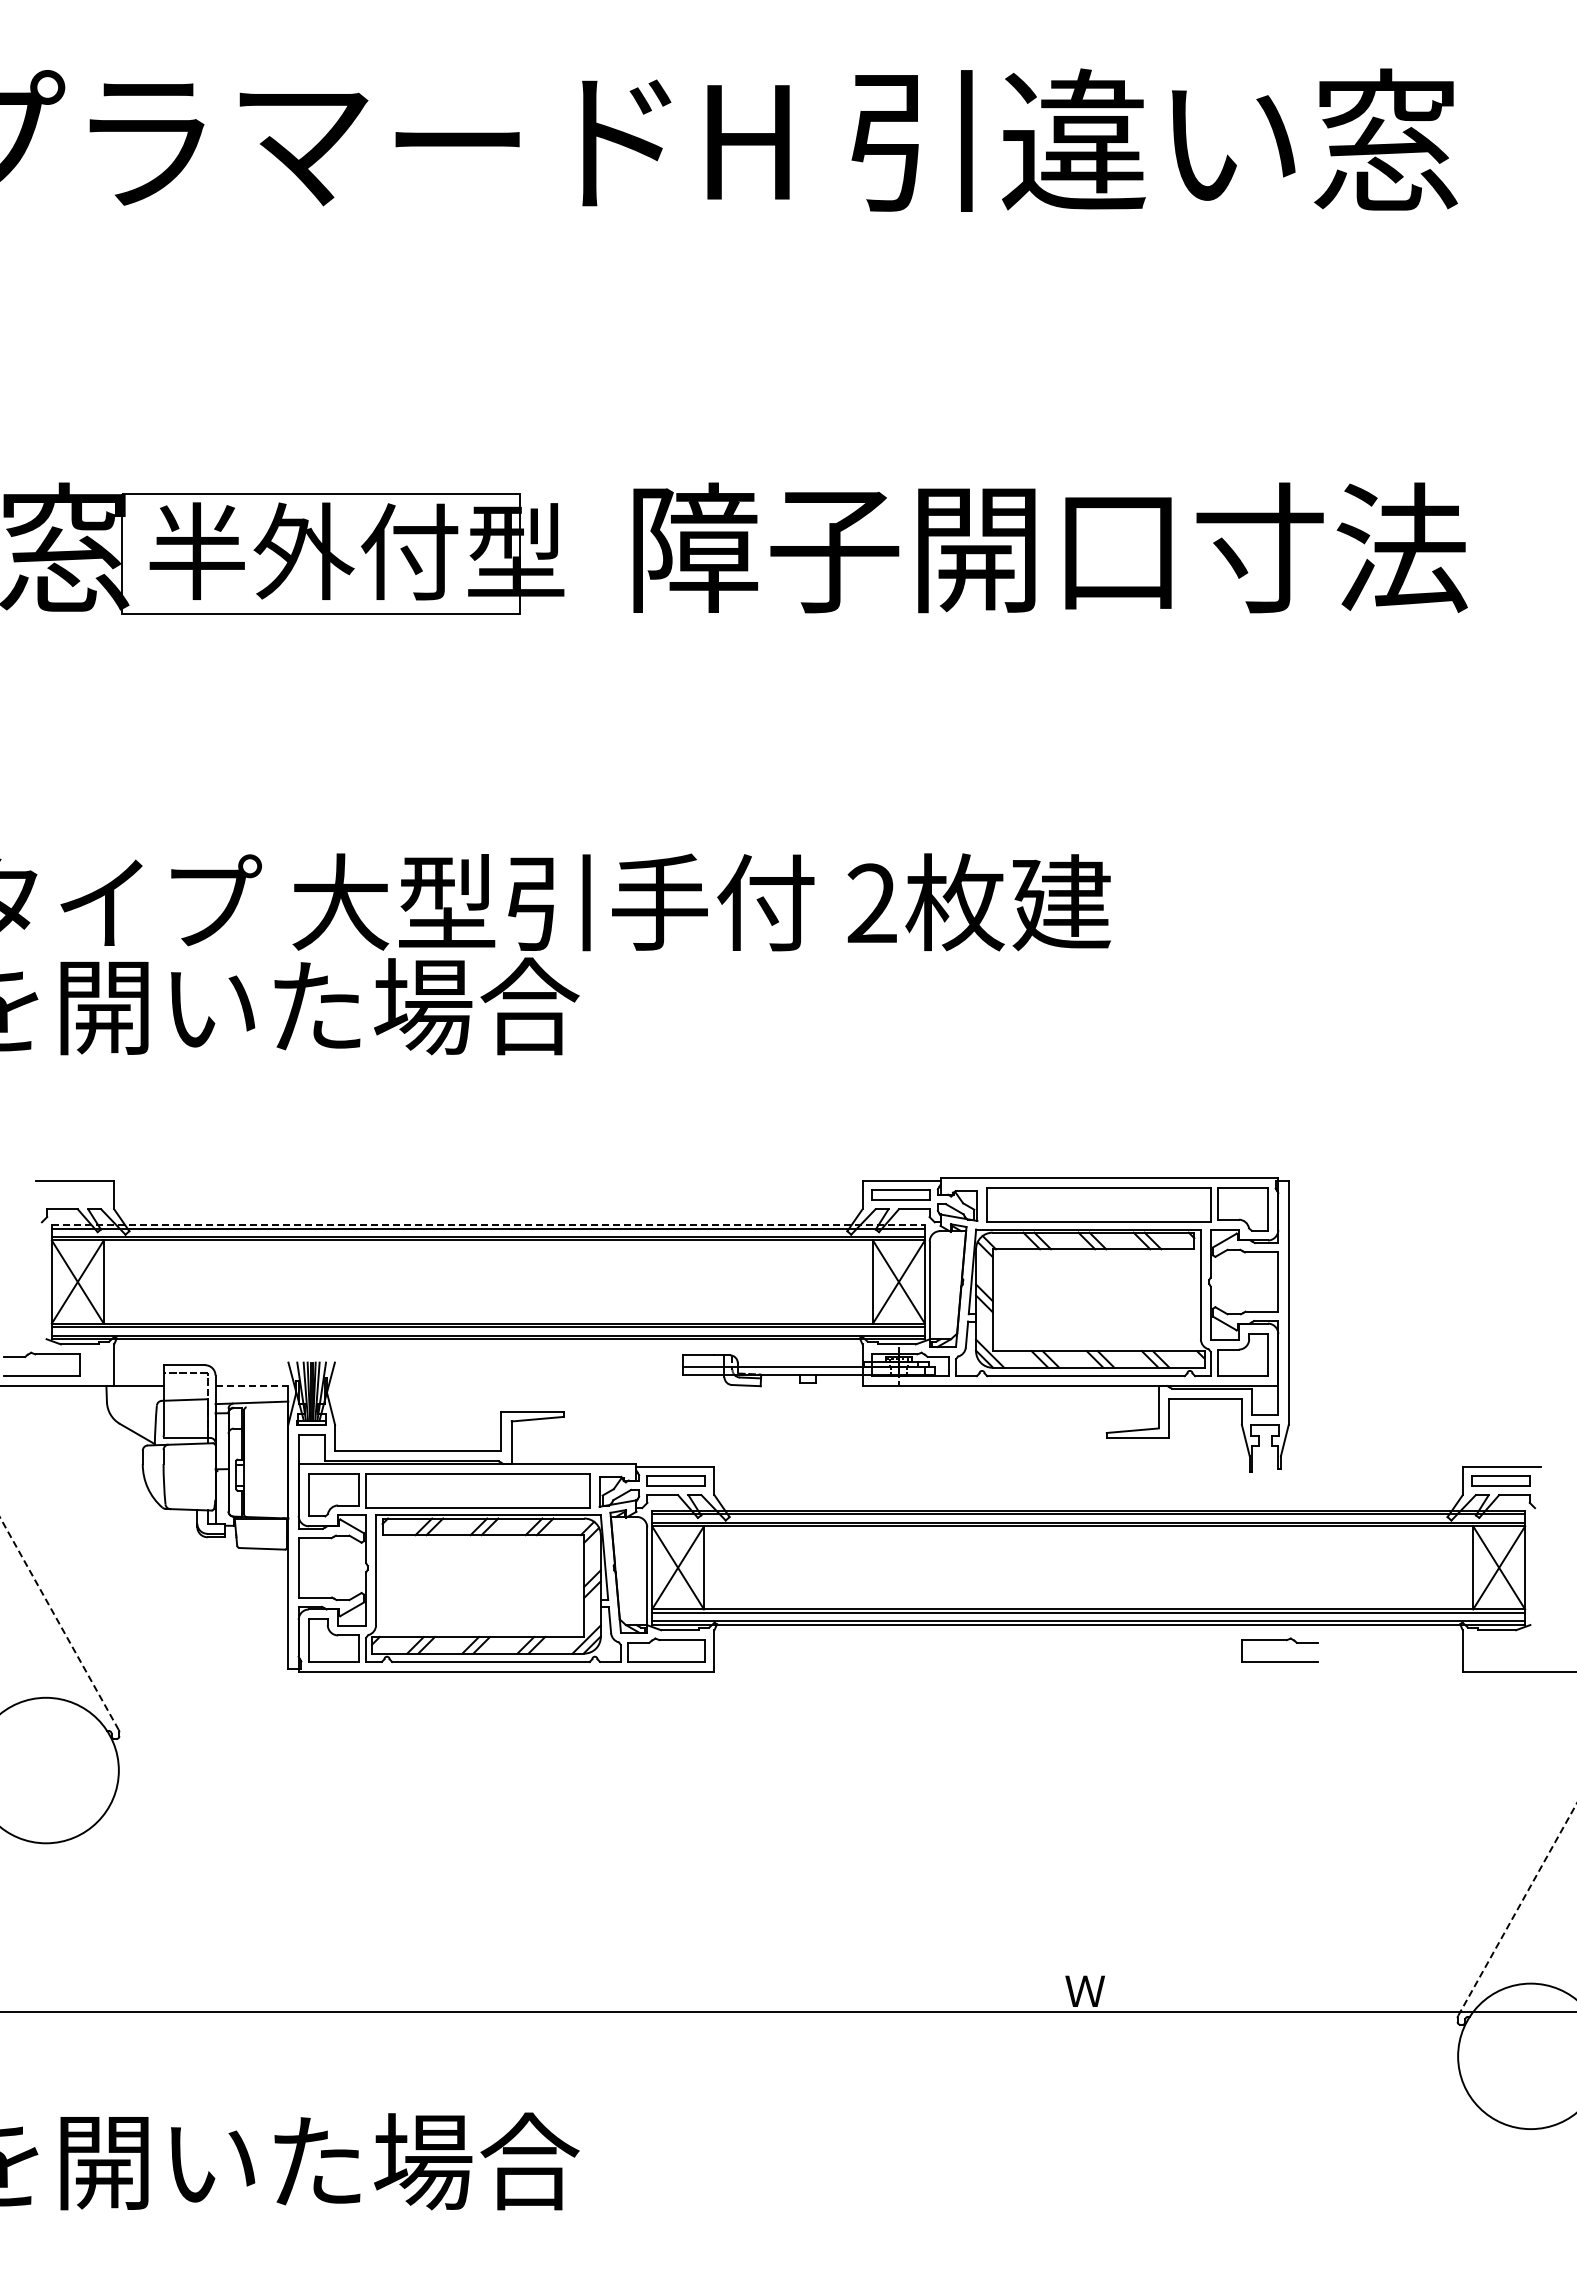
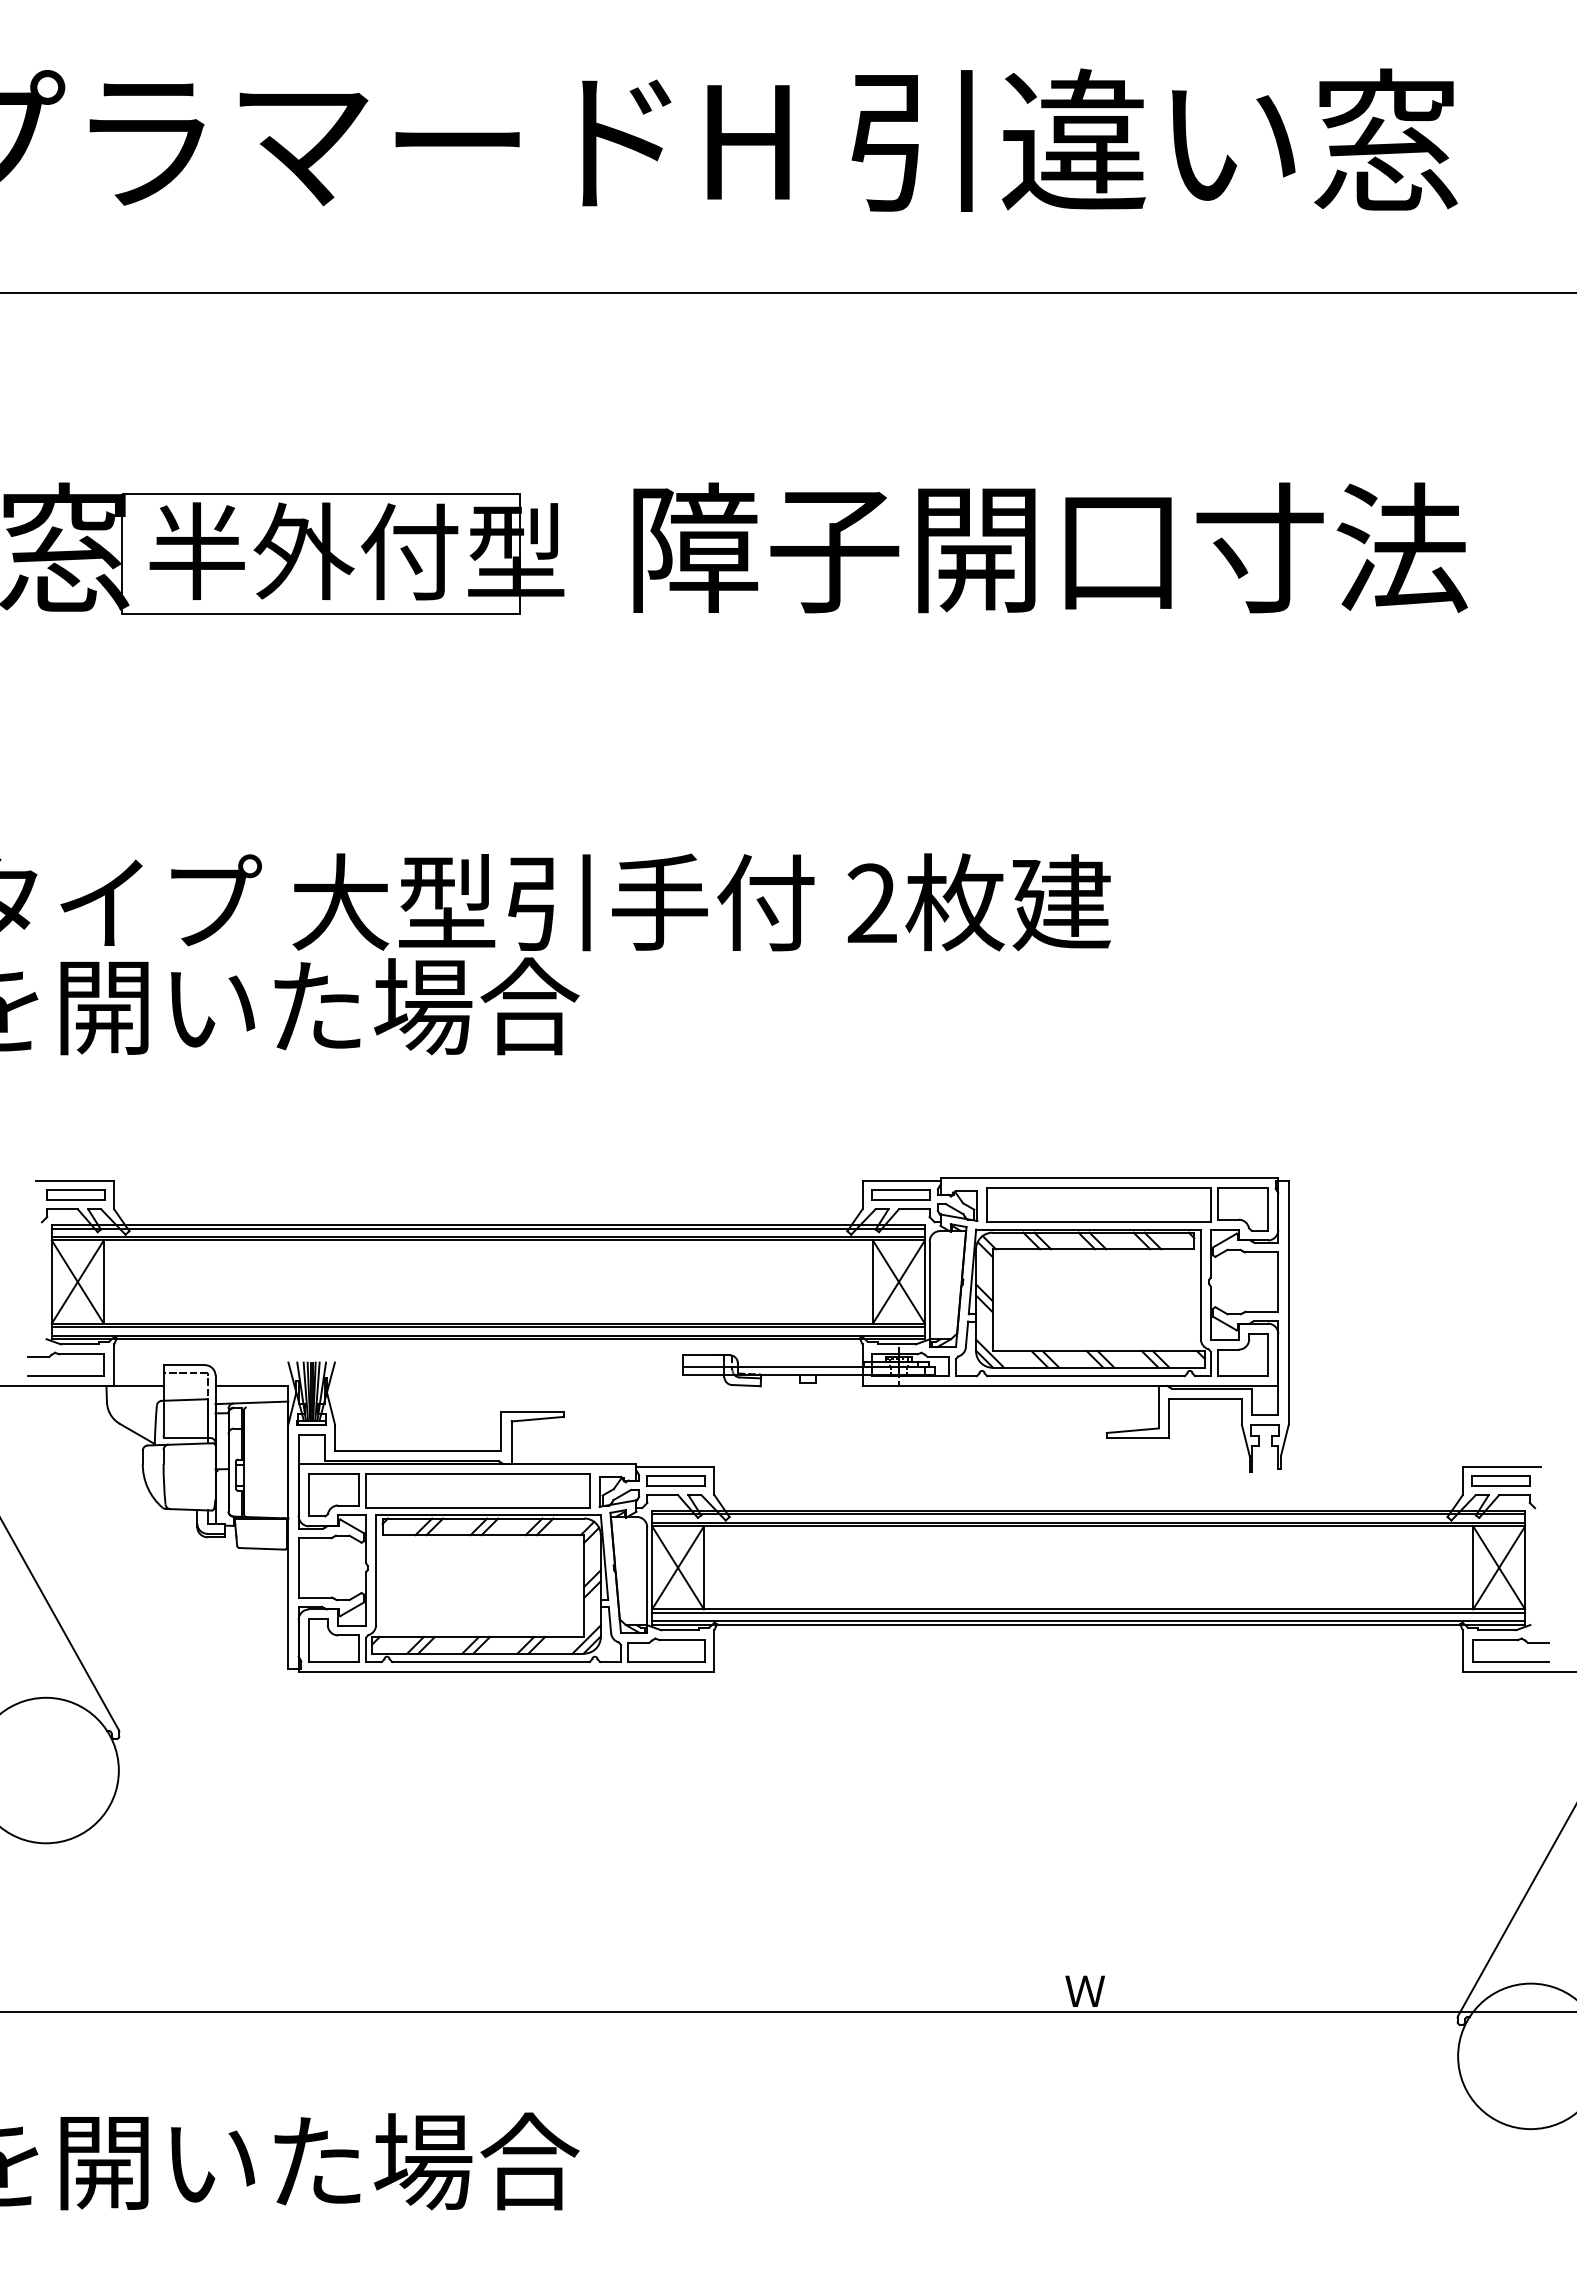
line at (787, 293): none -> present
part at (75, 1194): none -> present
line at (488, 1224): dashed -> solid
part at (41, 1354) position: (41, 1354) -> (65, 1354)
line at (252, 1385): dashed -> solid
line at (59, 1623): dashed -> solid
part at (1279, 1640) position: (1279, 1640) -> (1510, 1640)
line at (1517, 1909): dashed -> solid
